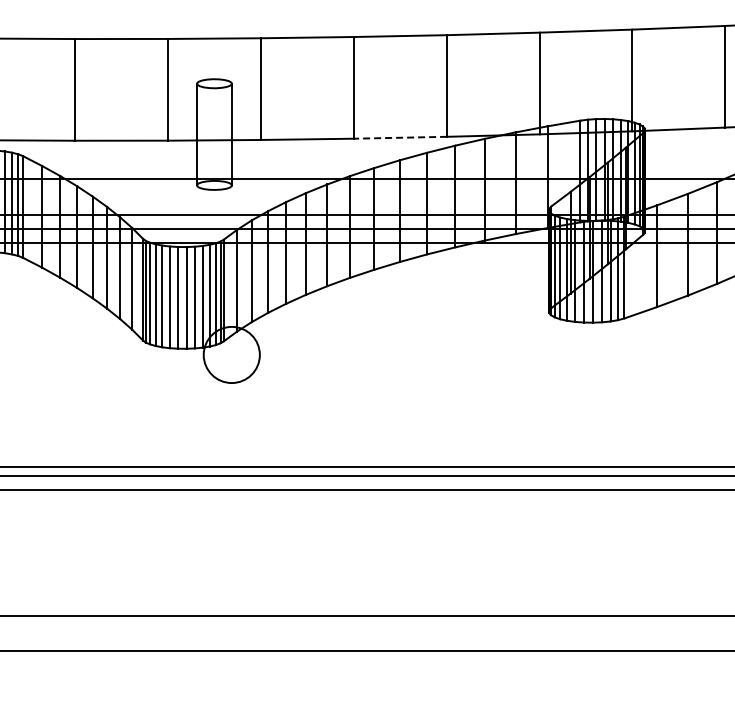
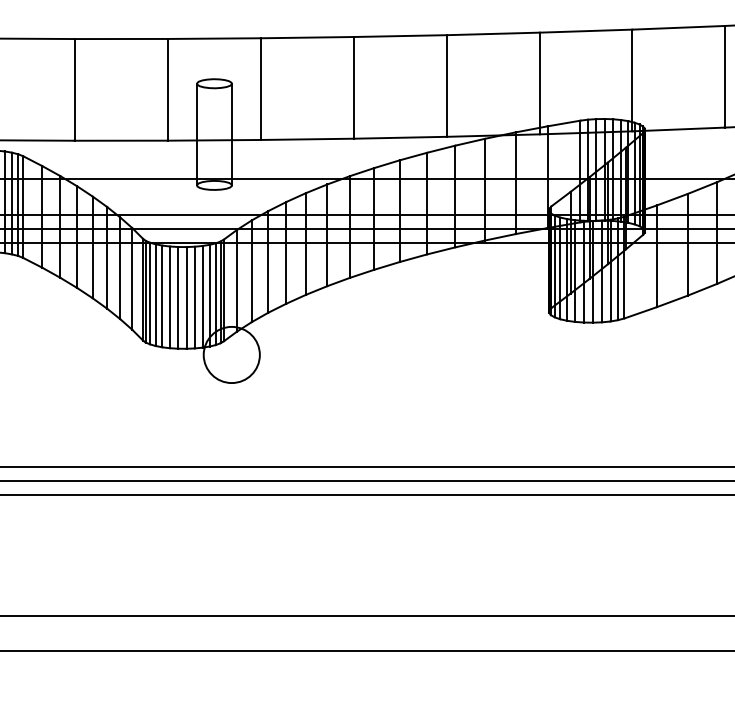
line at (400, 137): dashed -> solid
line at (366, 476) position: (366, 476) -> (366, 481)
line at (366, 490) position: (366, 490) -> (366, 495)
